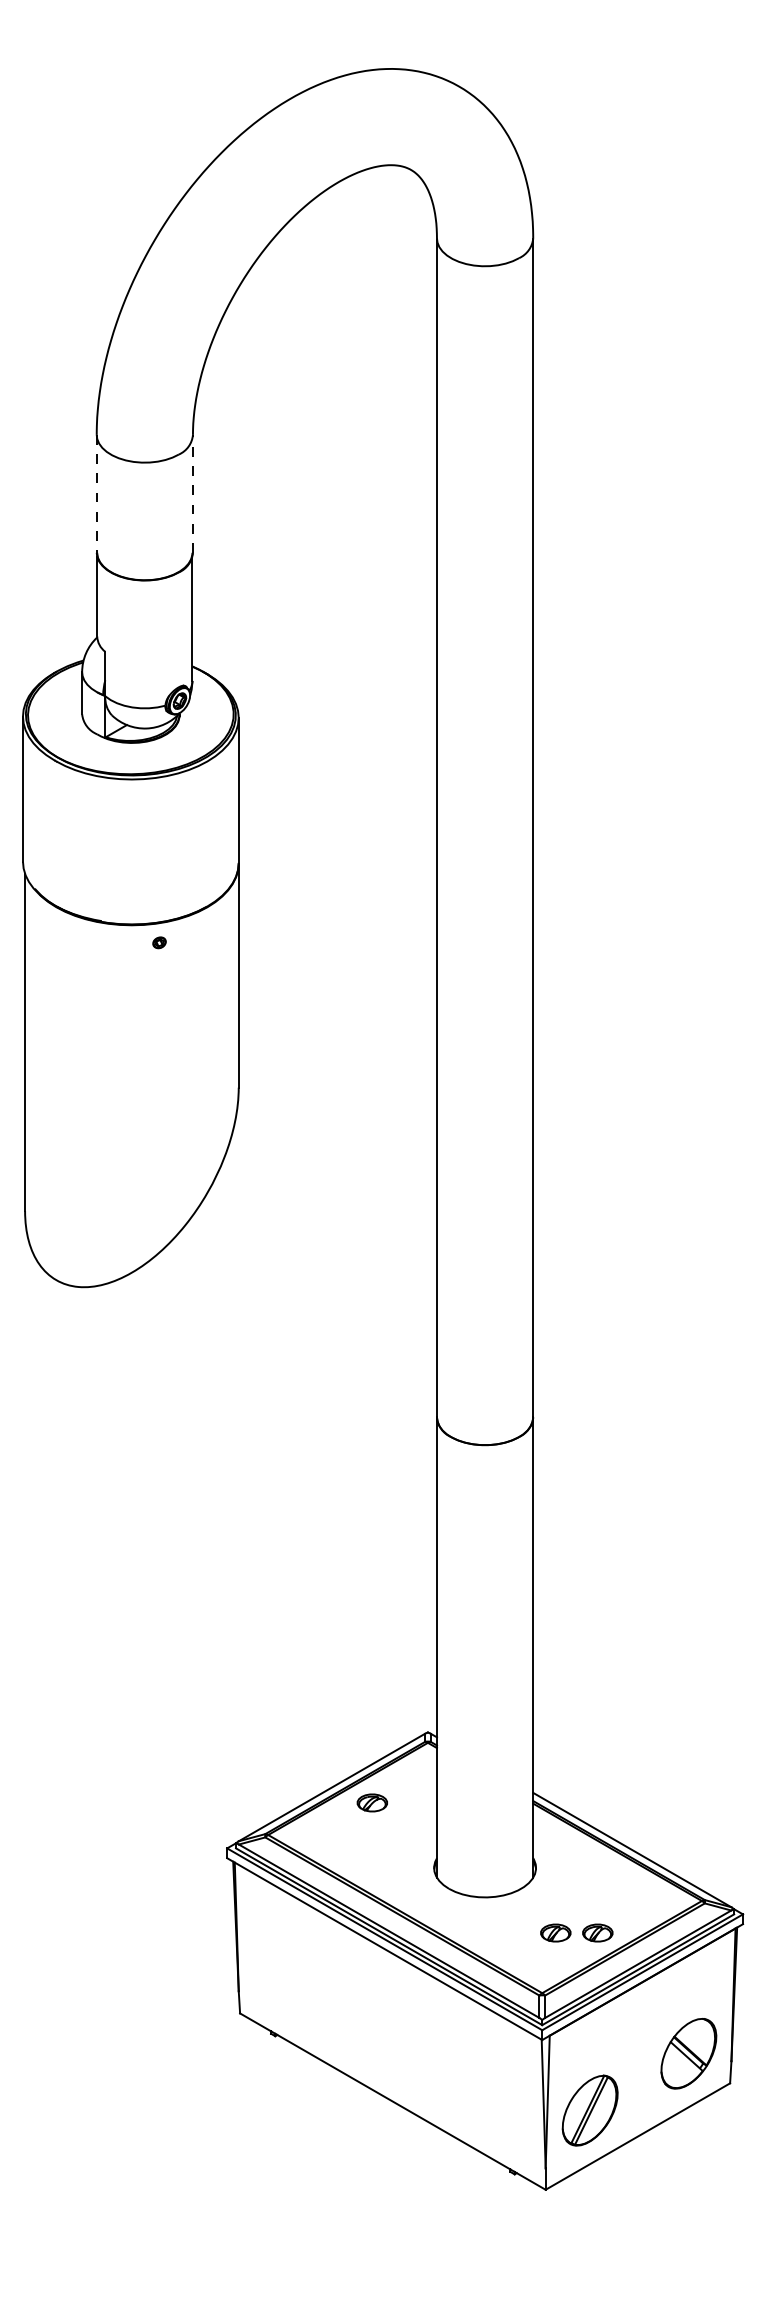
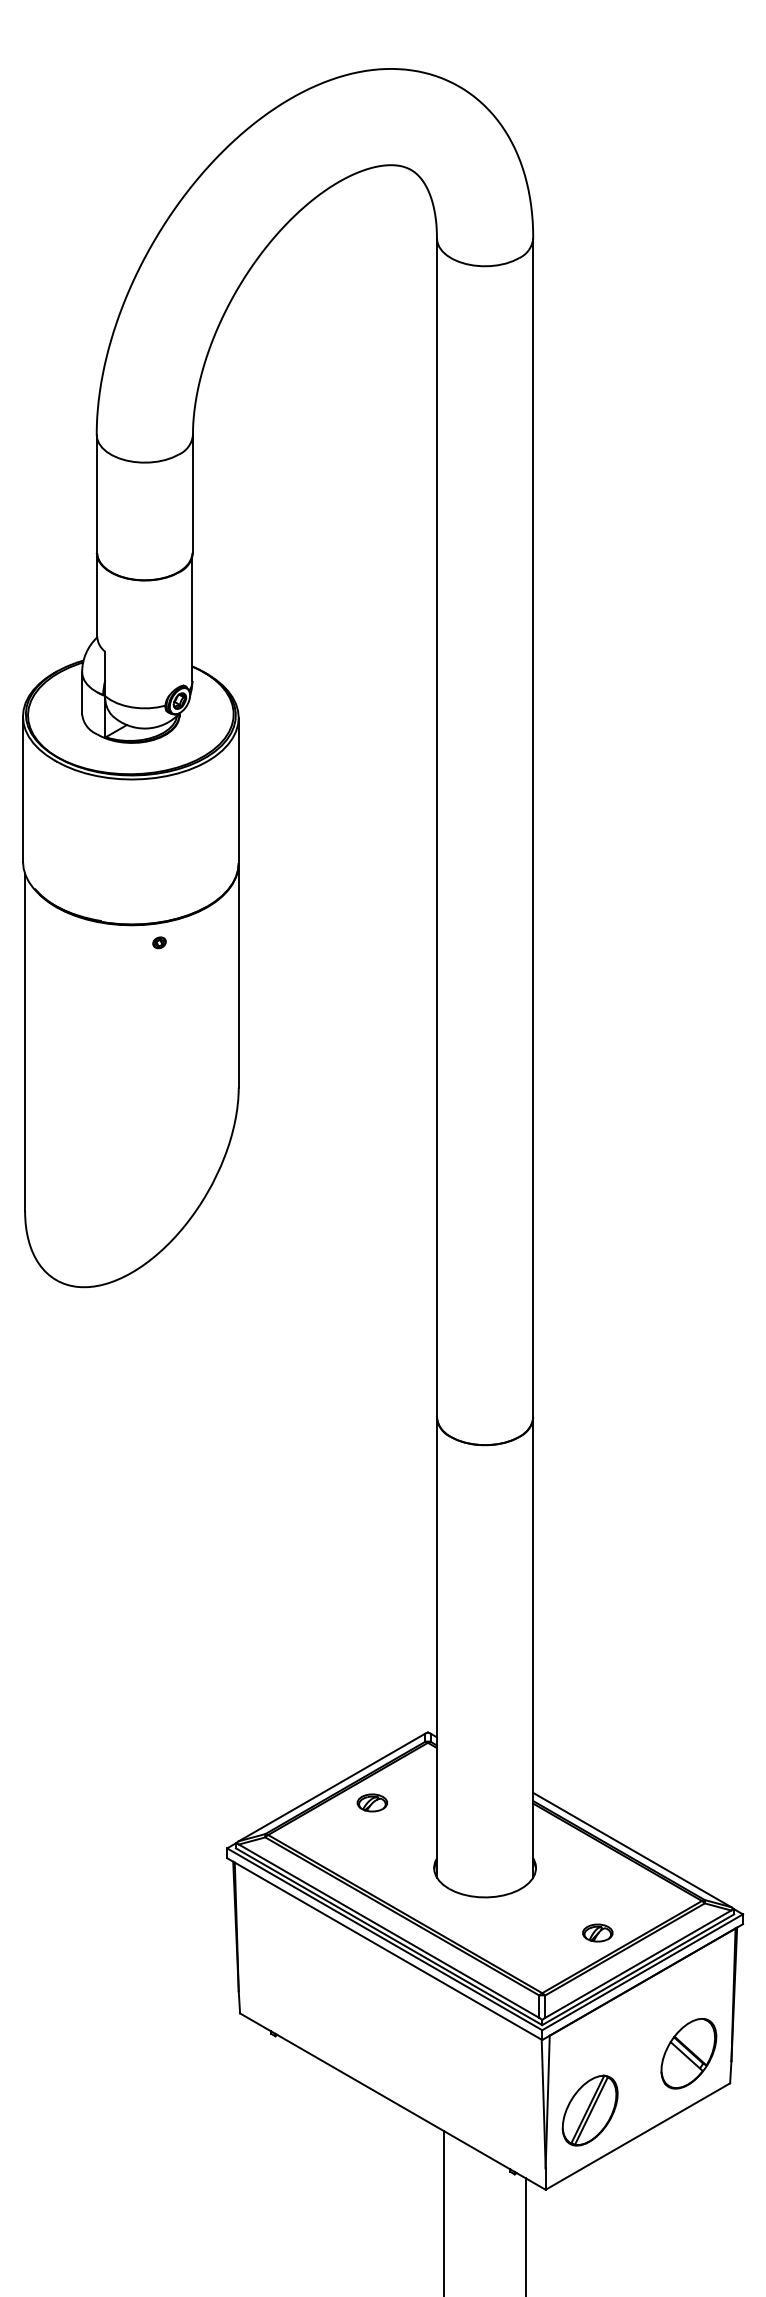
line at (96, 493): dashed -> solid
line at (192, 493): dashed -> solid
part at (555, 1932): present -> none
line at (444, 2212): none -> present
line at (526, 2235): none -> present
